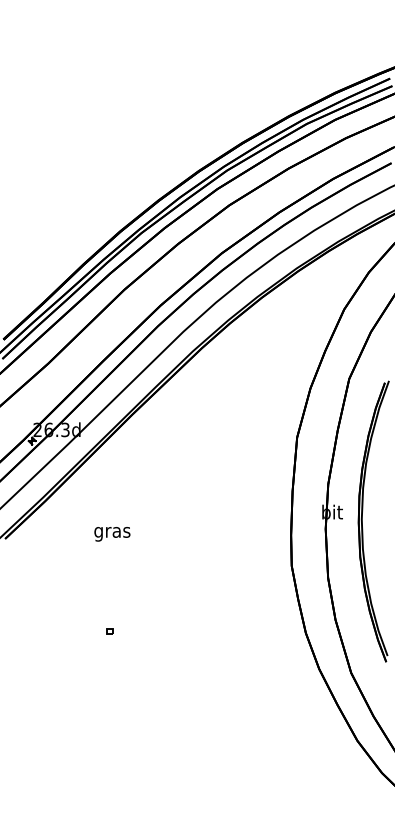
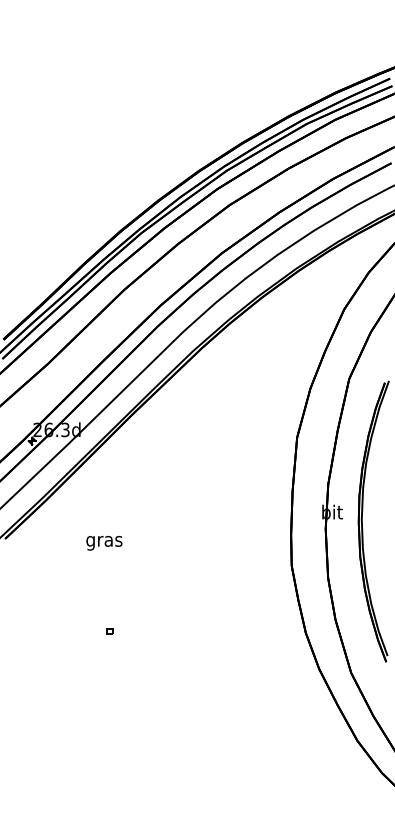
text at (112, 534) position: (112, 534) -> (104, 543)
